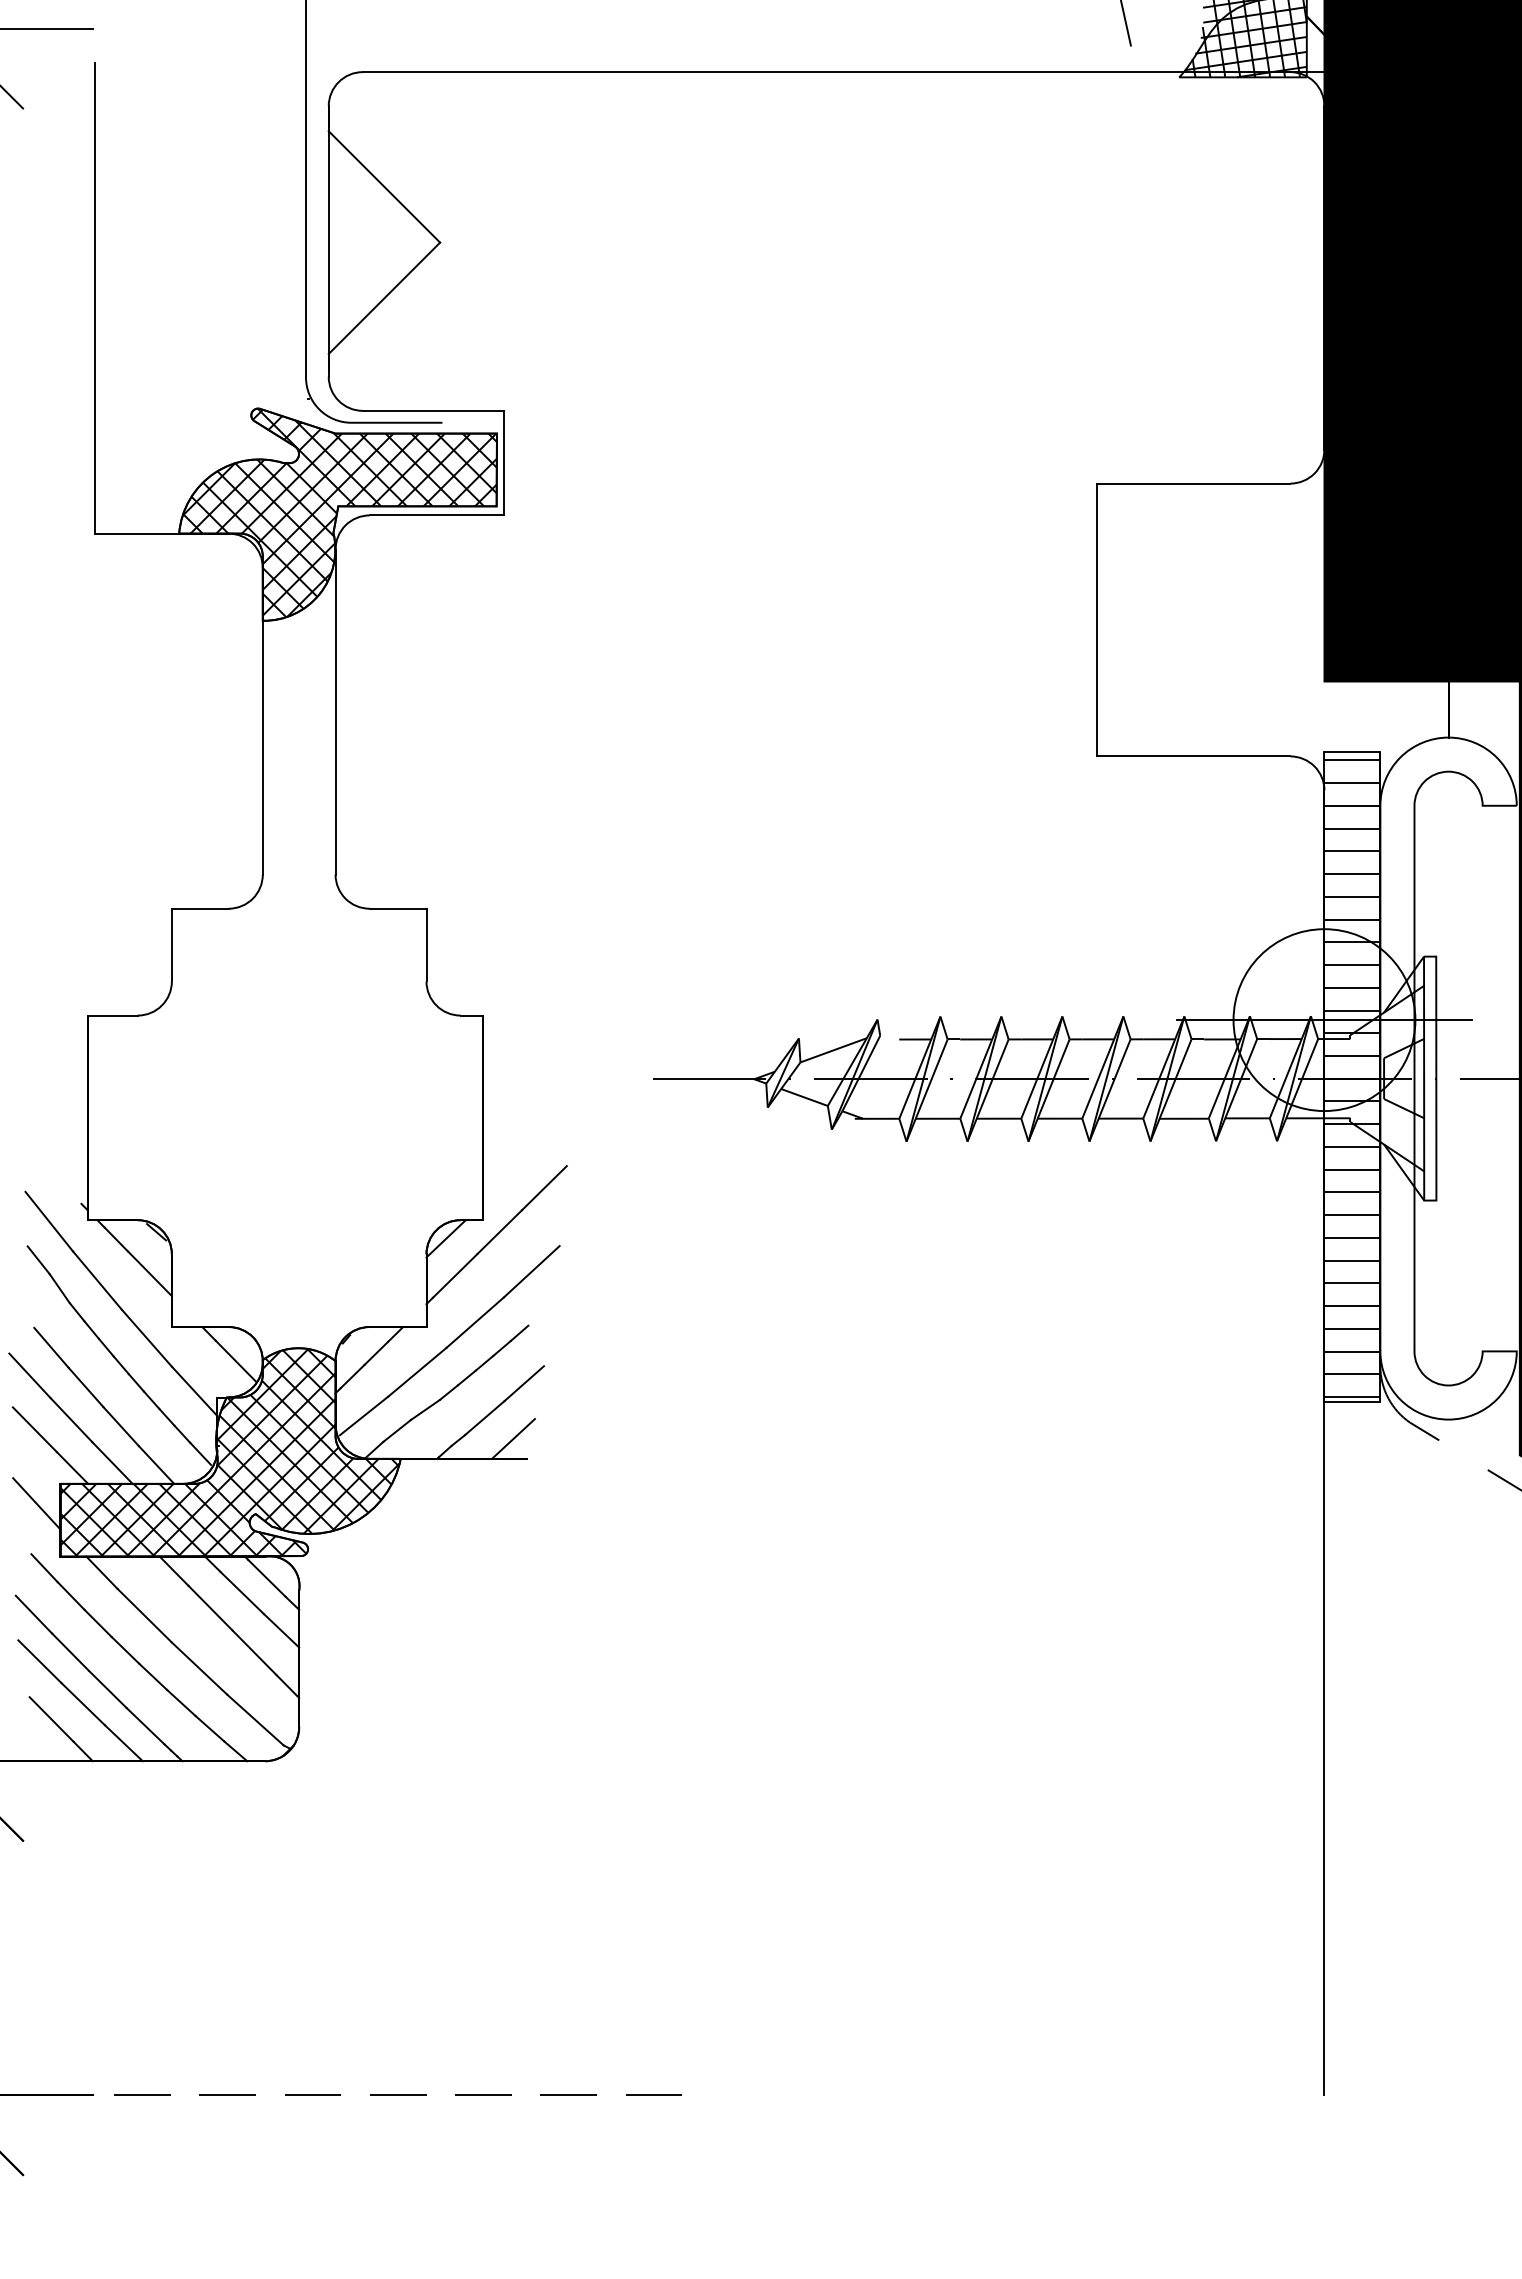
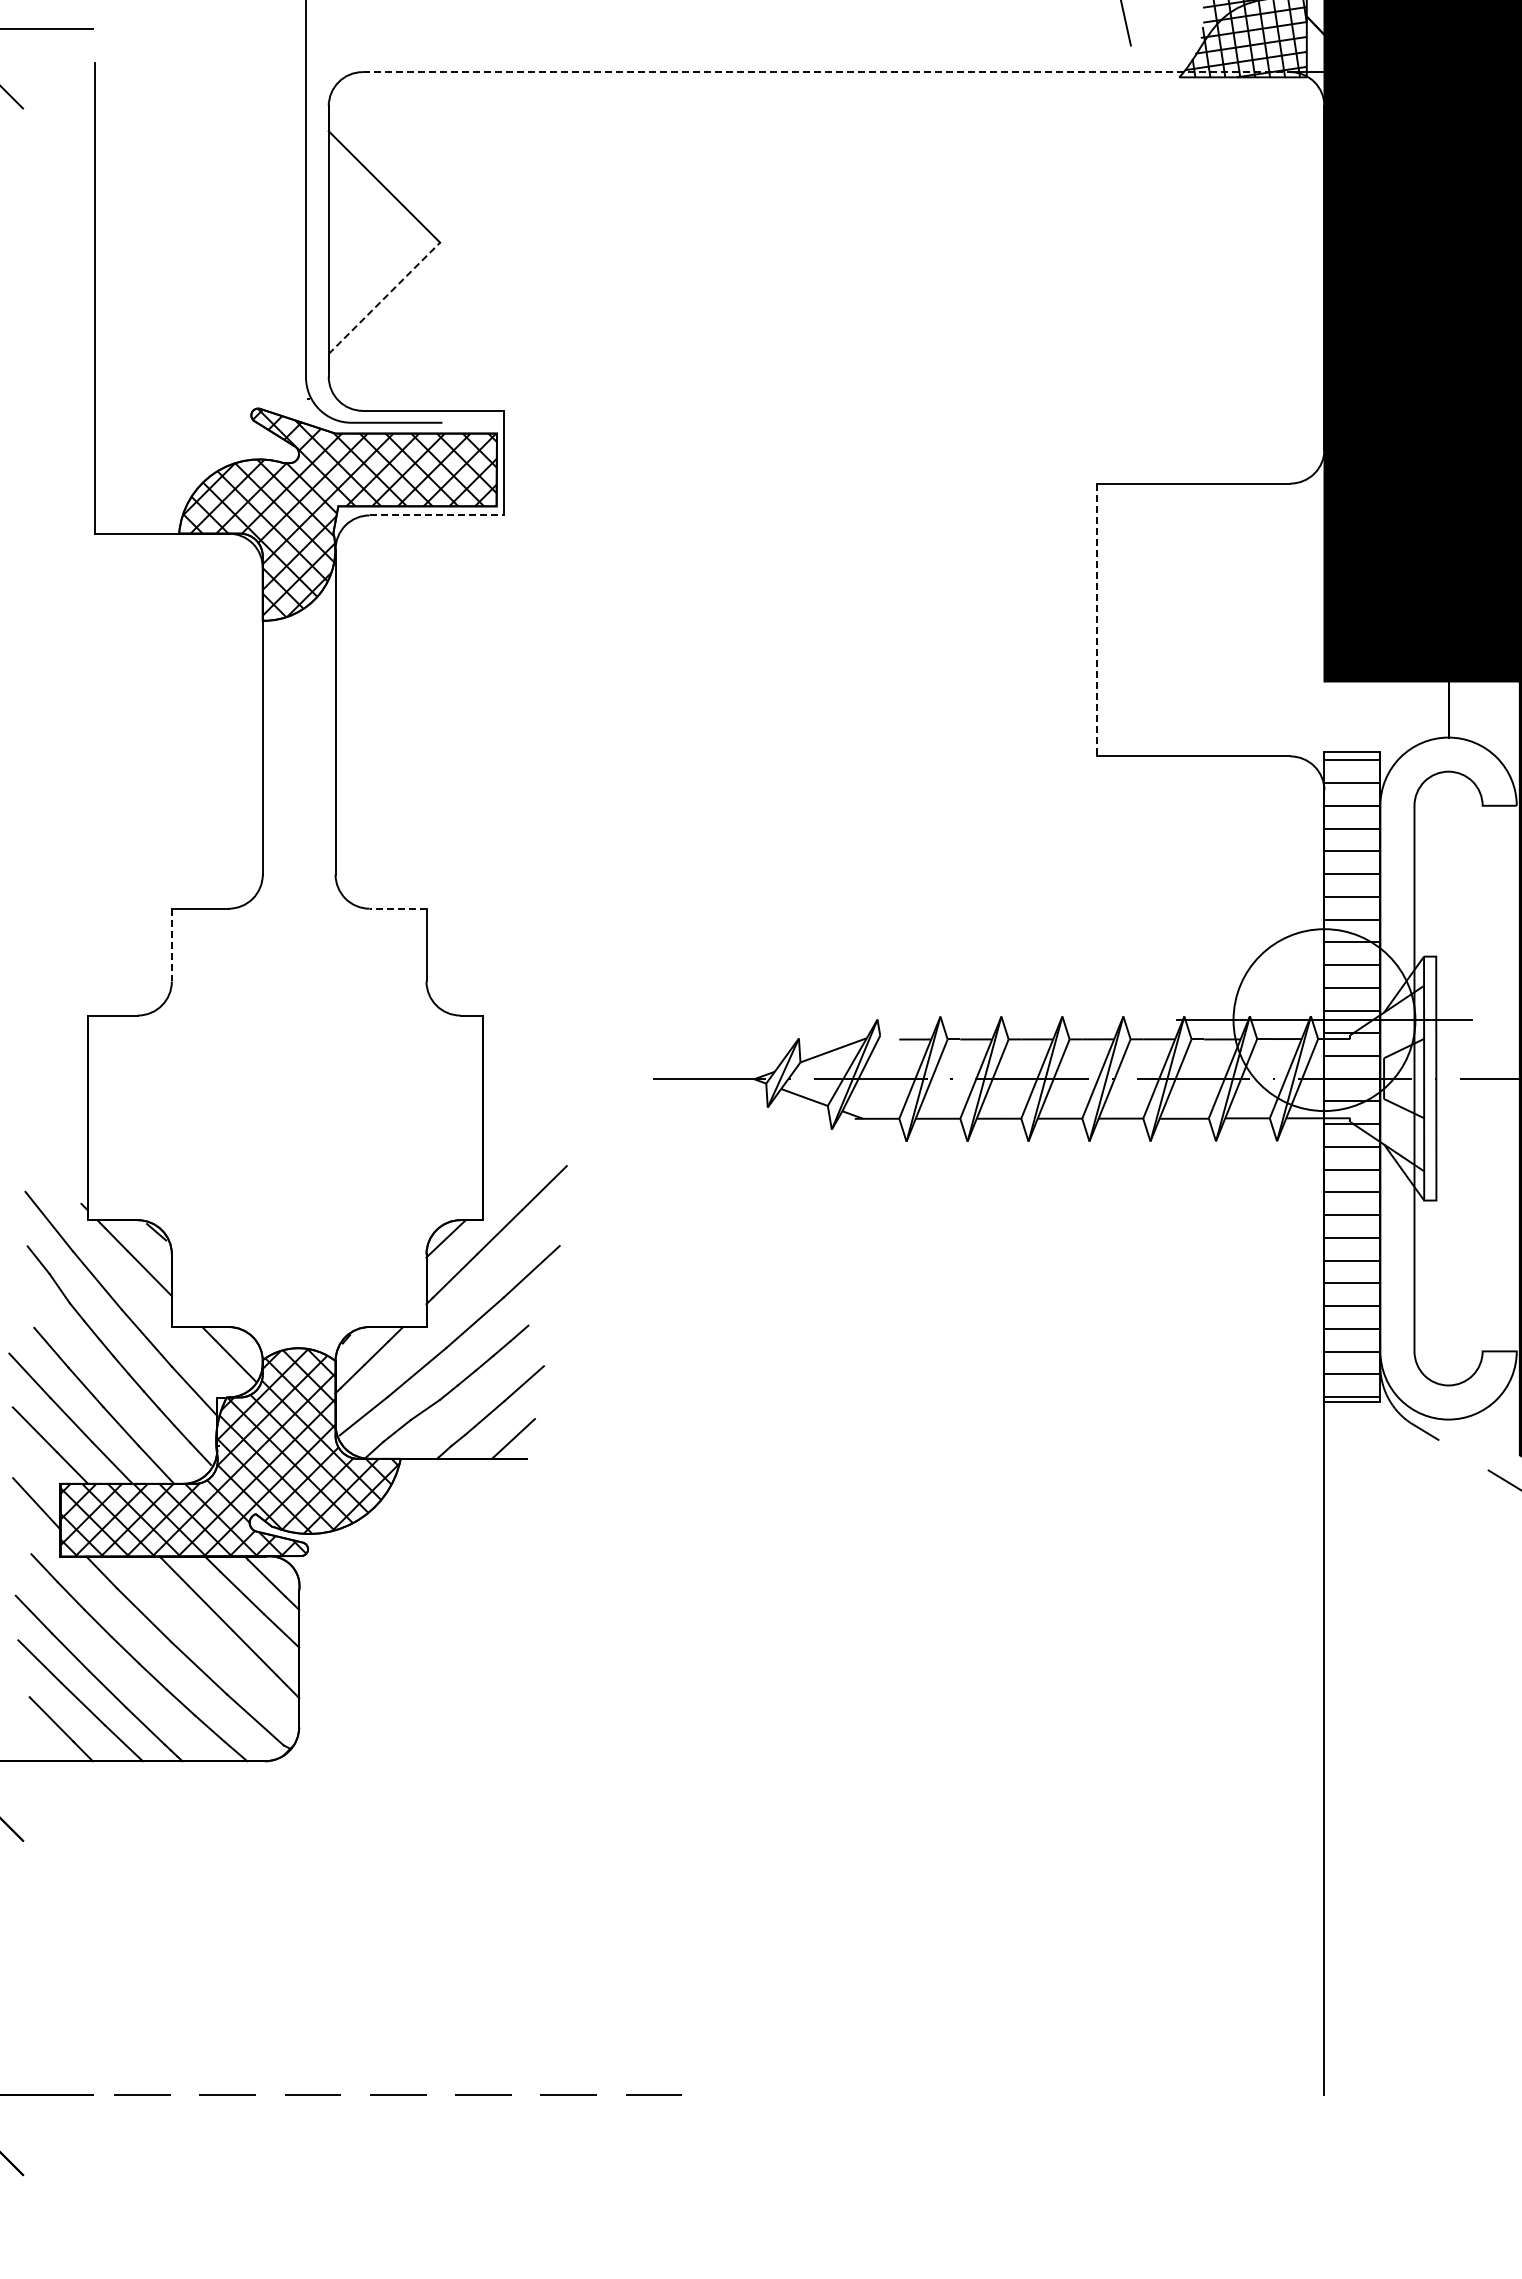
line at (826, 72): solid -> dashed
line at (384, 298): solid -> dashed
line at (437, 515): solid -> dashed
line at (1097, 620): solid -> dashed
line at (397, 908): solid -> dashed
line at (171, 945): solid -> dashed
